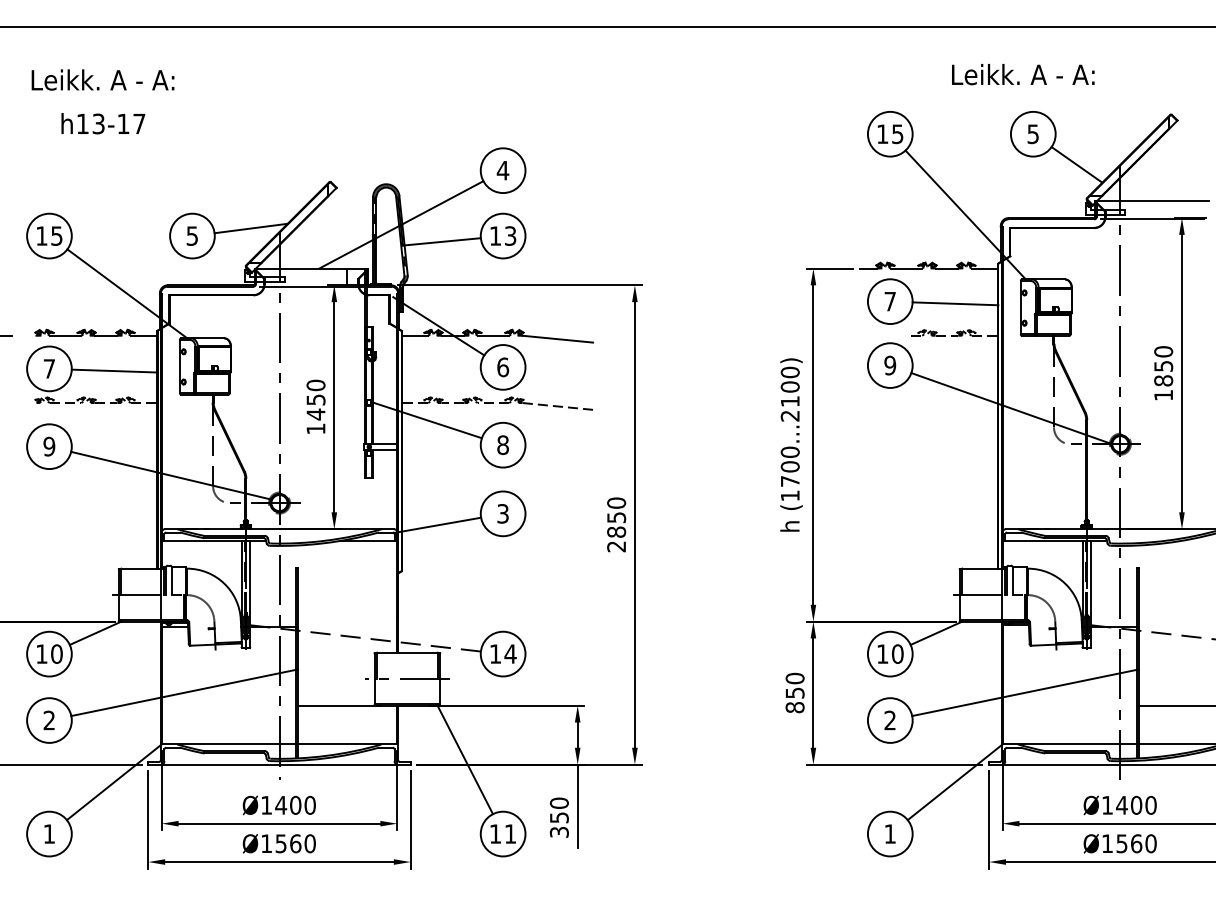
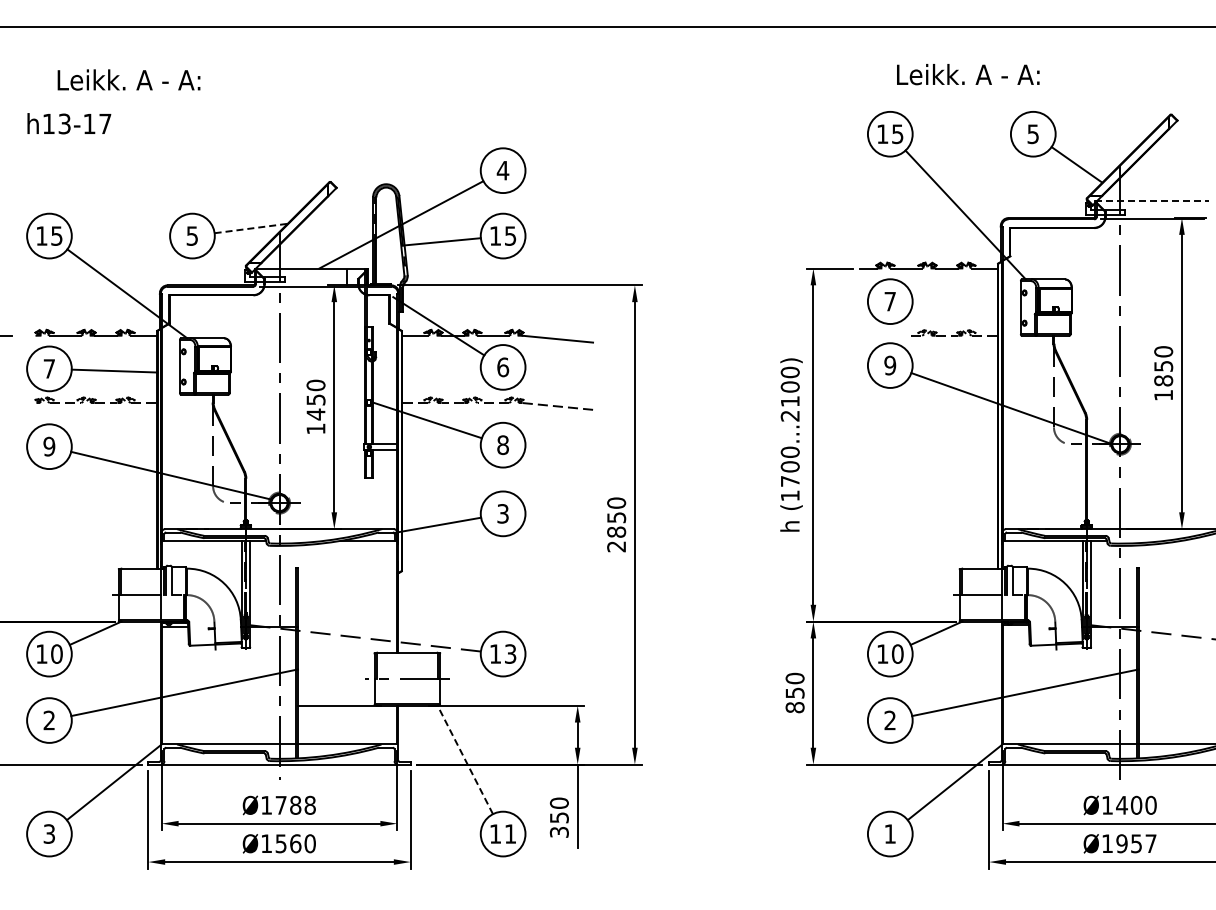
text at (1023, 74) position: (1023, 74) -> (968, 74)
text at (102, 79) position: (102, 79) -> (128, 79)
text at (103, 123) position: (103, 123) -> (69, 123)
line at (1152, 201): solid -> dashed
line at (251, 228): solid -> dashed
text at (510, 235): 13 -> 15
line at (955, 303): present -> none
text at (510, 653): 14 -> 13
line at (1175, 705): present -> none
line at (465, 759): solid -> dashed
text at (295, 805): Ø1400 -> Ø1788
text at (48, 833): 1 -> 3
text at (1136, 843): Ø1560 -> Ø1957
